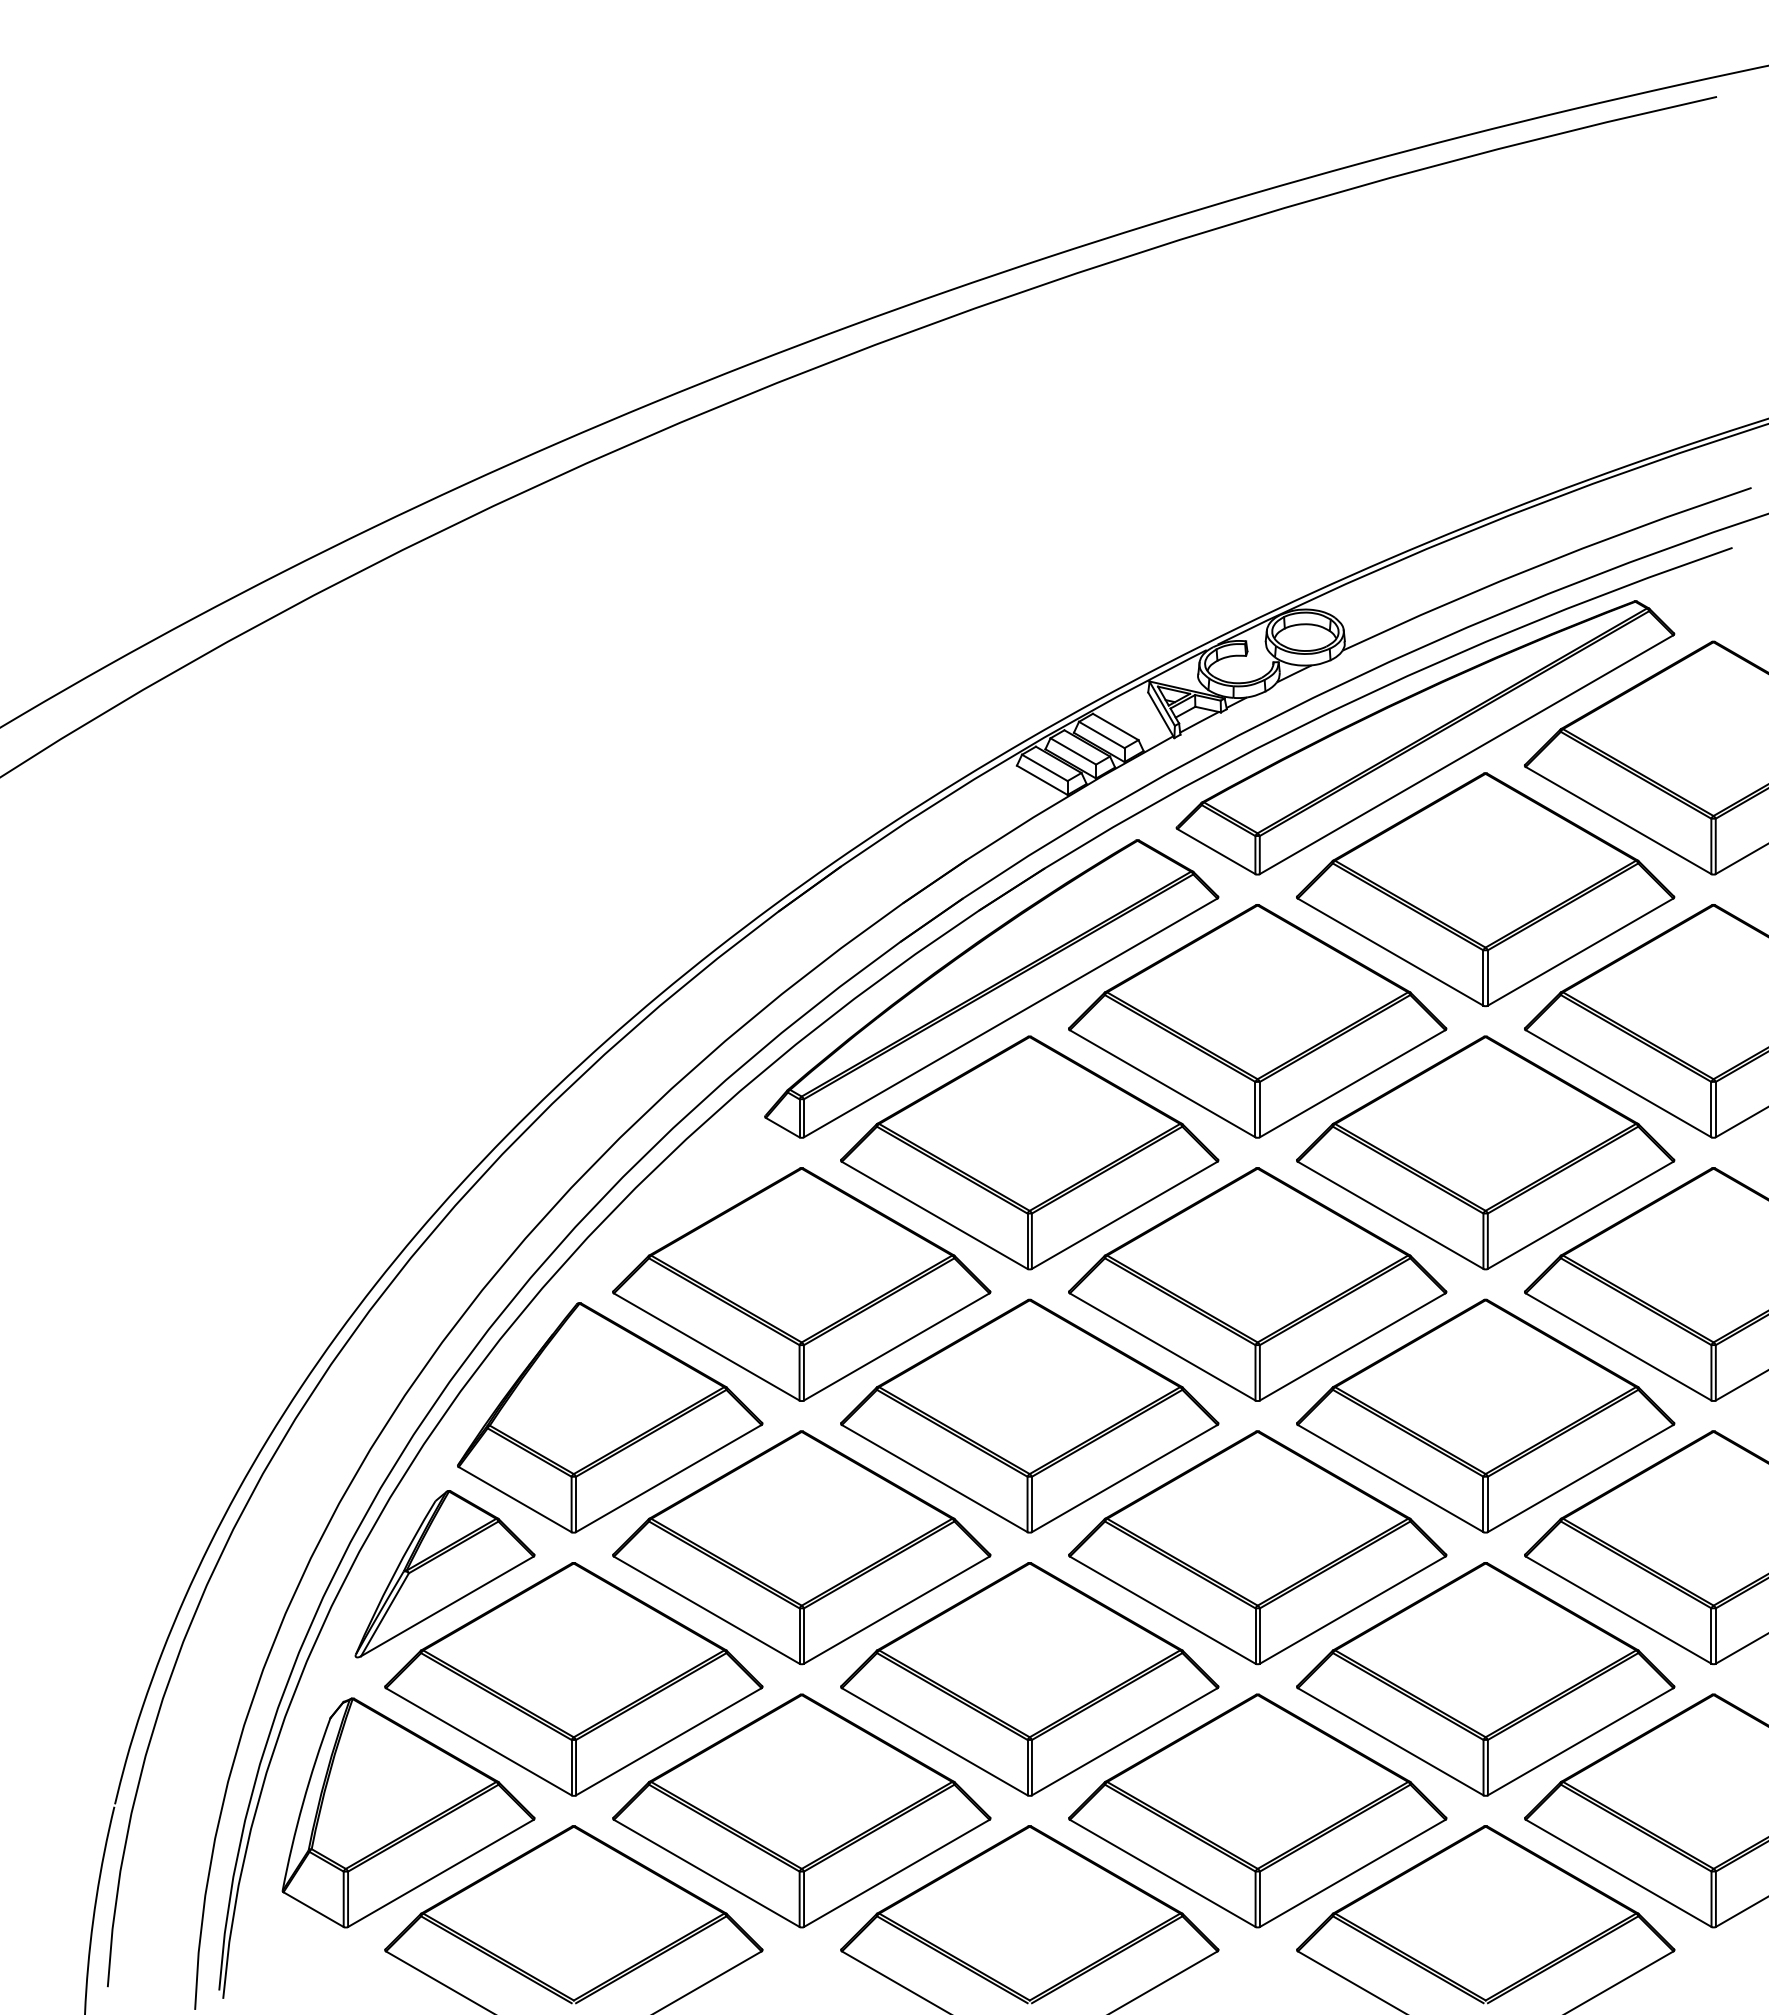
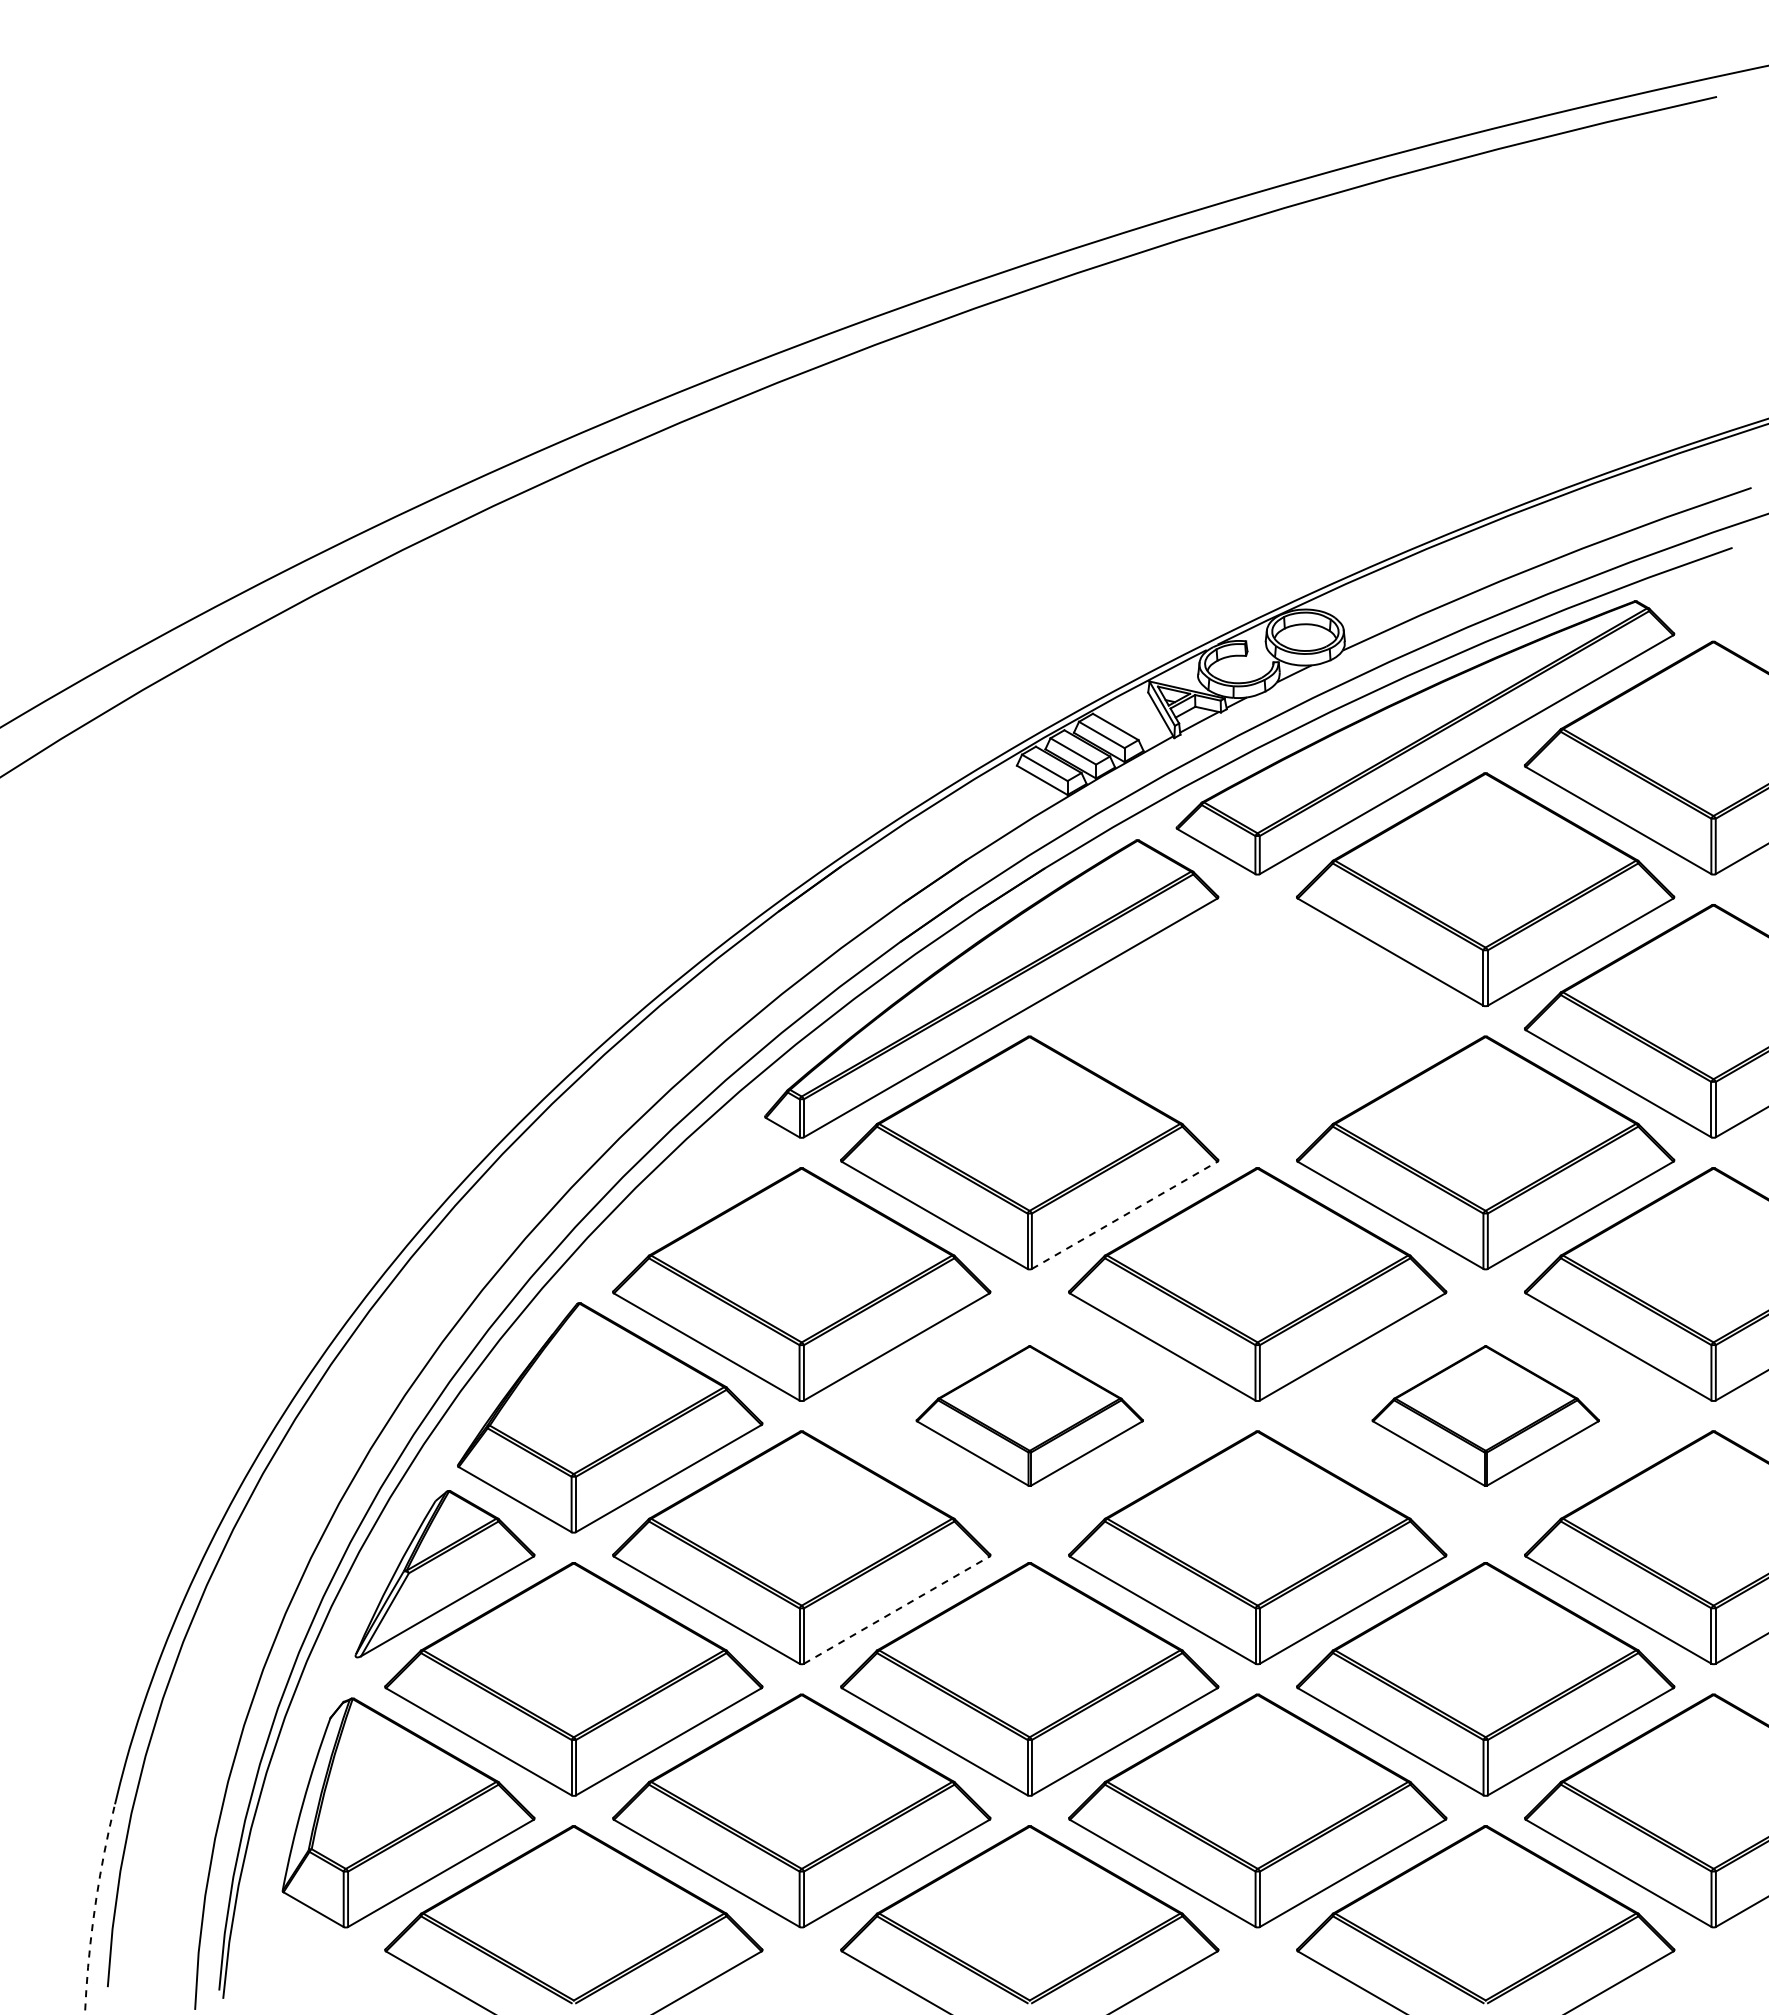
part at (1257, 1021): present -> none
line at (1125, 1215): solid -> dashed
part at (1029, 1415) size: 380x236 px -> 229x142 px
part at (1485, 1415) size: 380x236 px -> 229x142 px
line at (897, 1609): solid -> dashed
arc at (94, 1910): solid -> dashed
